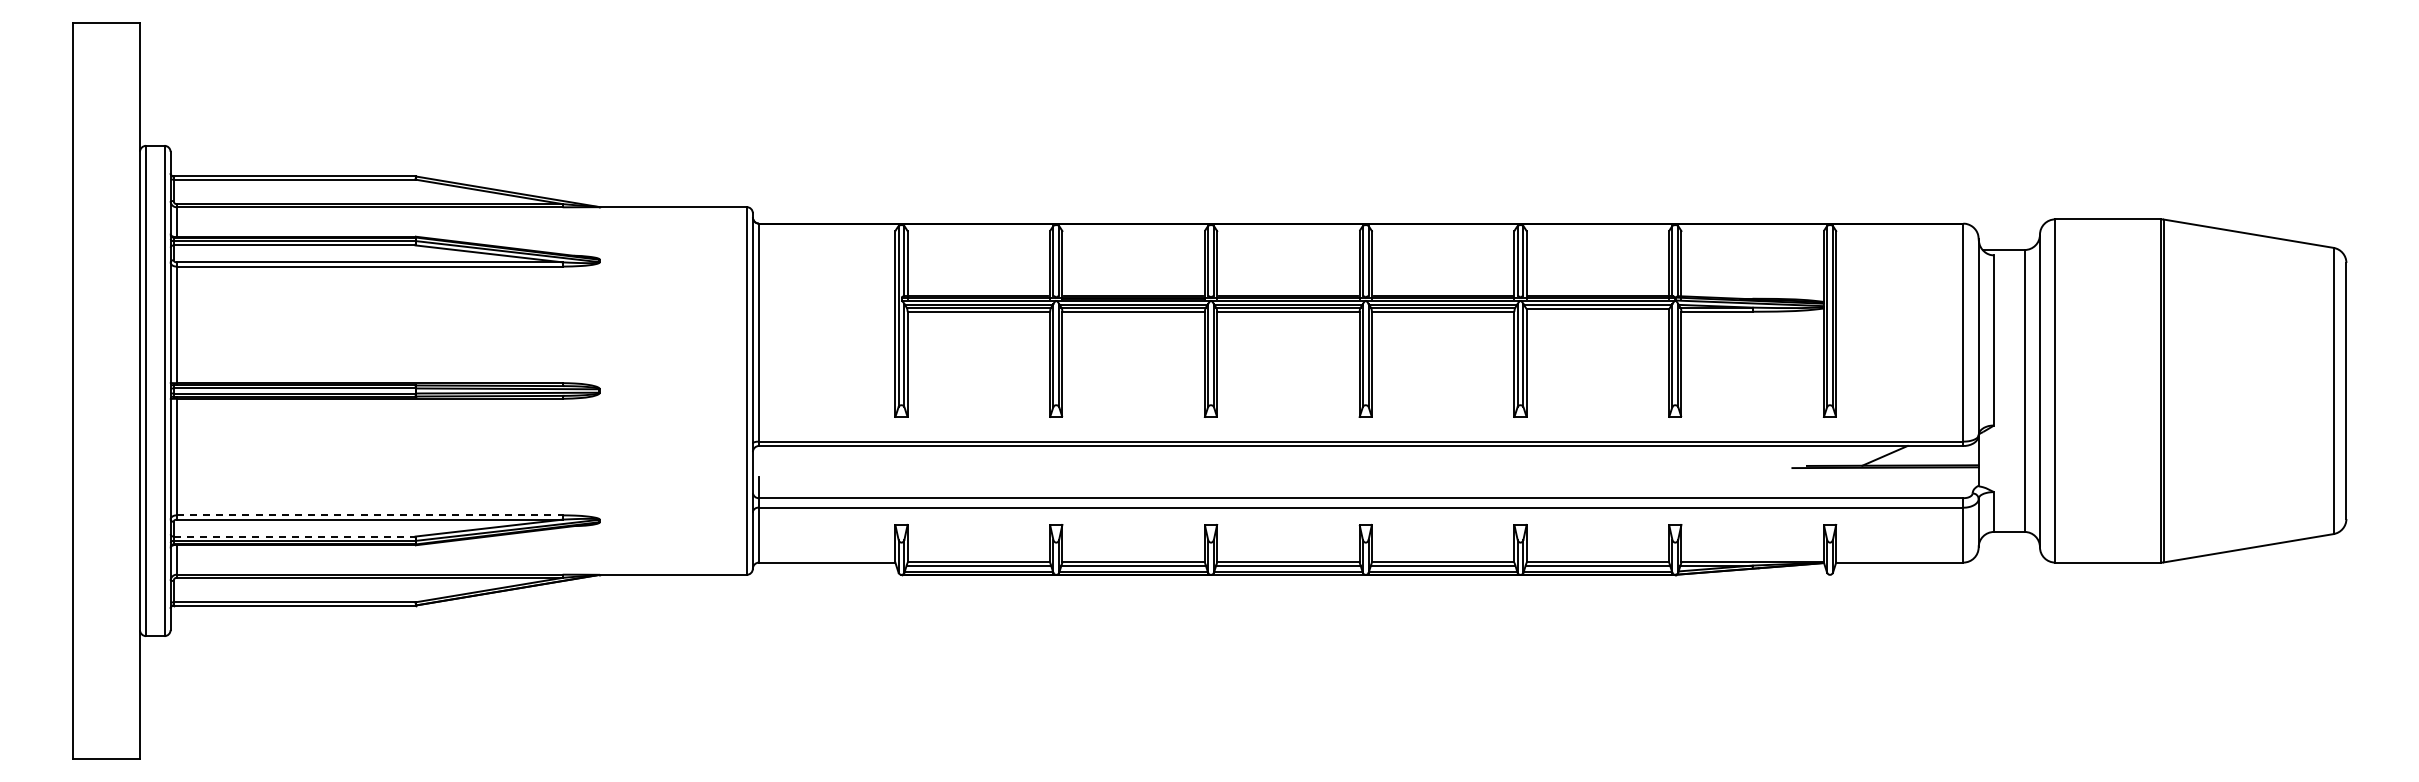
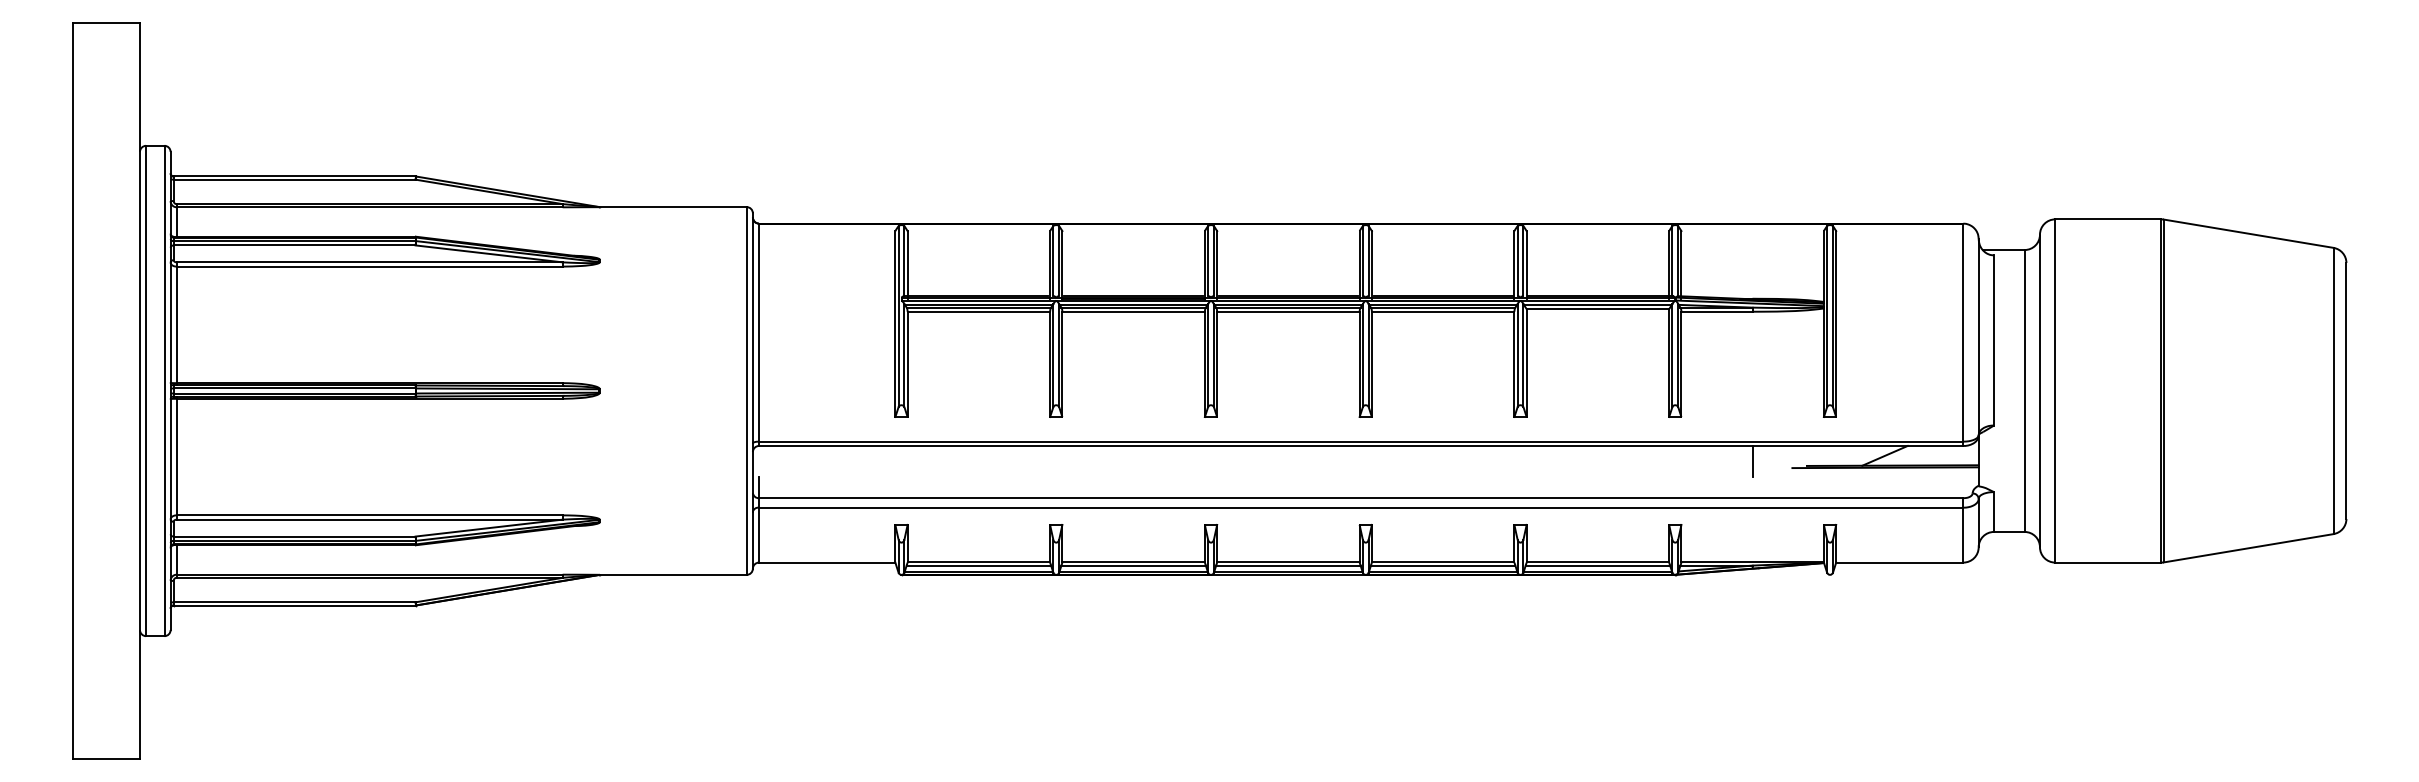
line at (1752, 460): none -> present
line at (369, 515): dashed -> solid
line at (294, 536): dashed -> solid
